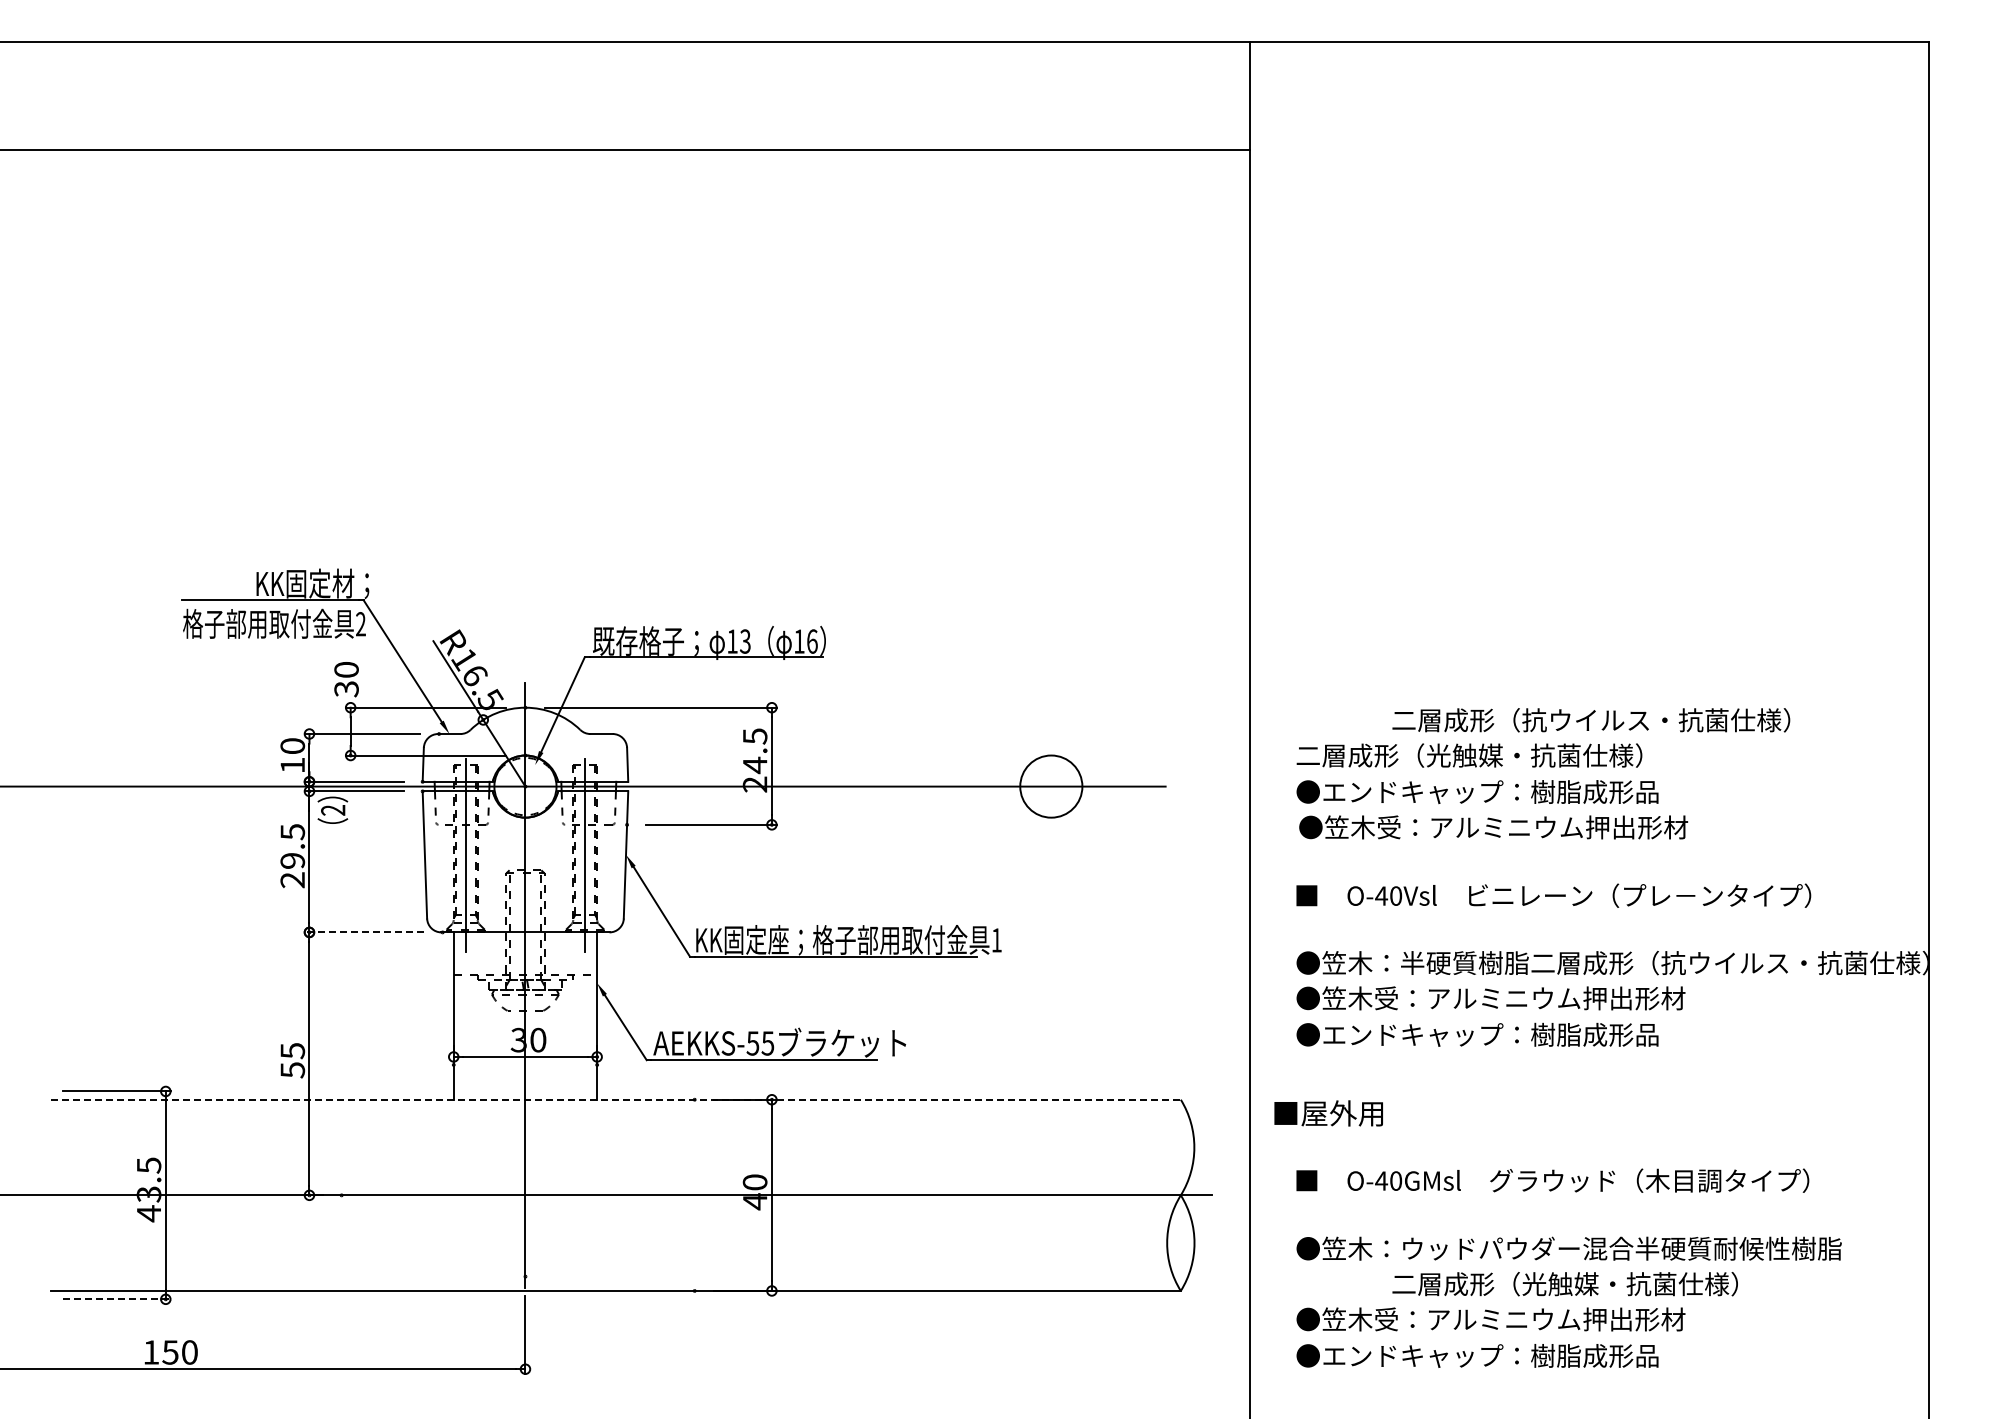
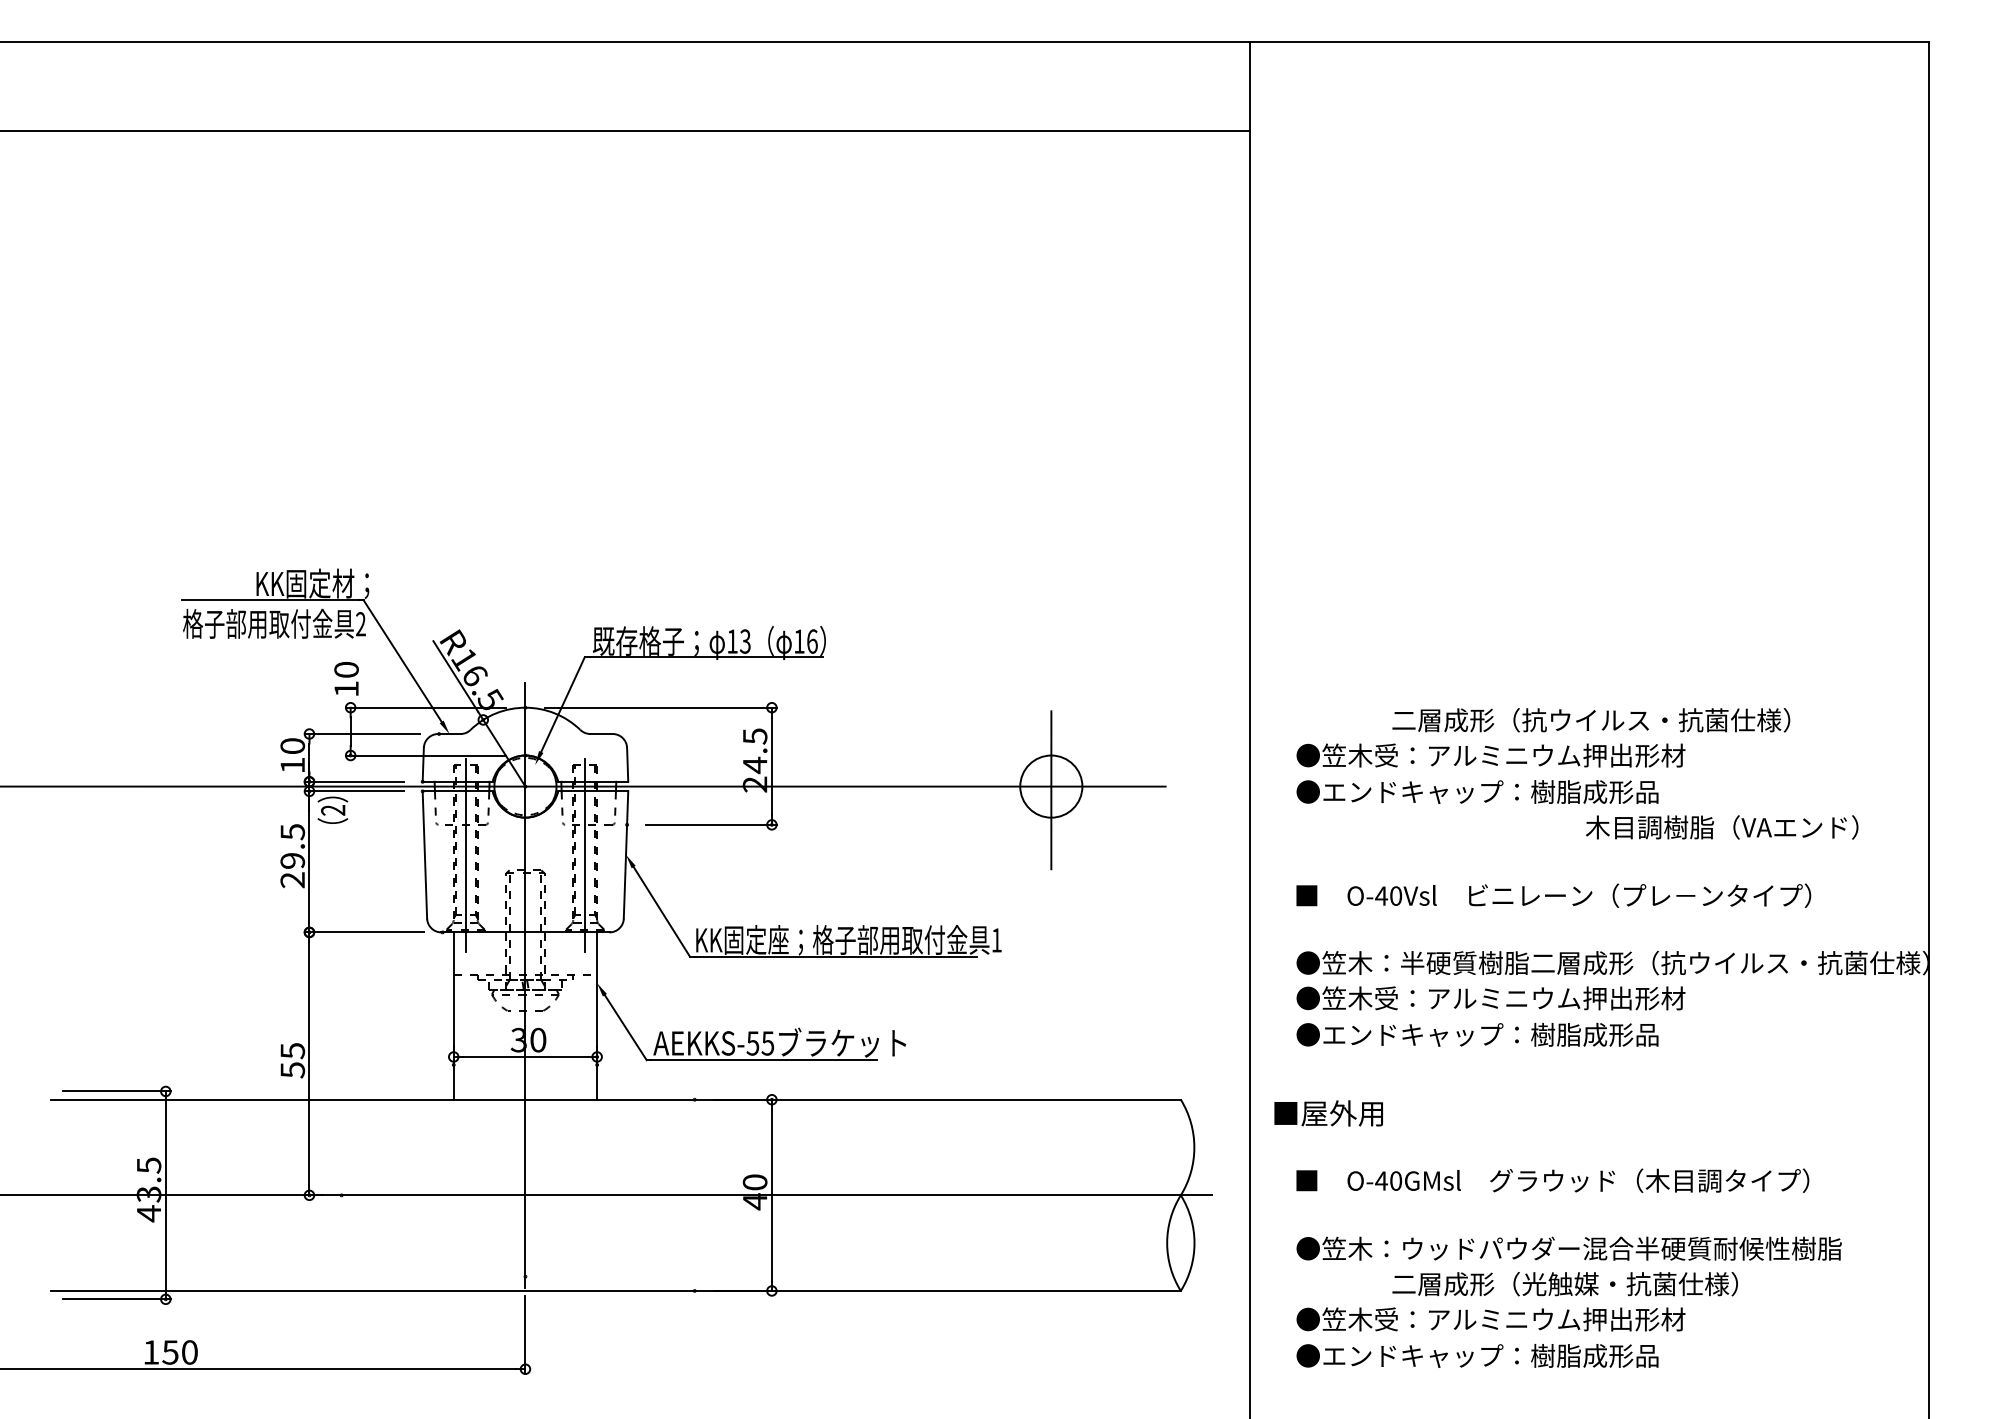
line at (625, 150) position: (625, 150) -> (625, 131)
text at (346, 689): 30 -> 10
text at (1490, 755): 二層成形（光触媒・抗菌仕様） -> ●笠木受：アルミニウム押出形材
line at (1051, 790): none -> present
text at (1578, 827): ●笠木受：アルミニウム押出形材 -> 木目調樹脂（VAエンド）
line at (363, 932): dashed -> solid
line at (616, 1099): dashed -> solid
line at (116, 1299): dashed -> solid
